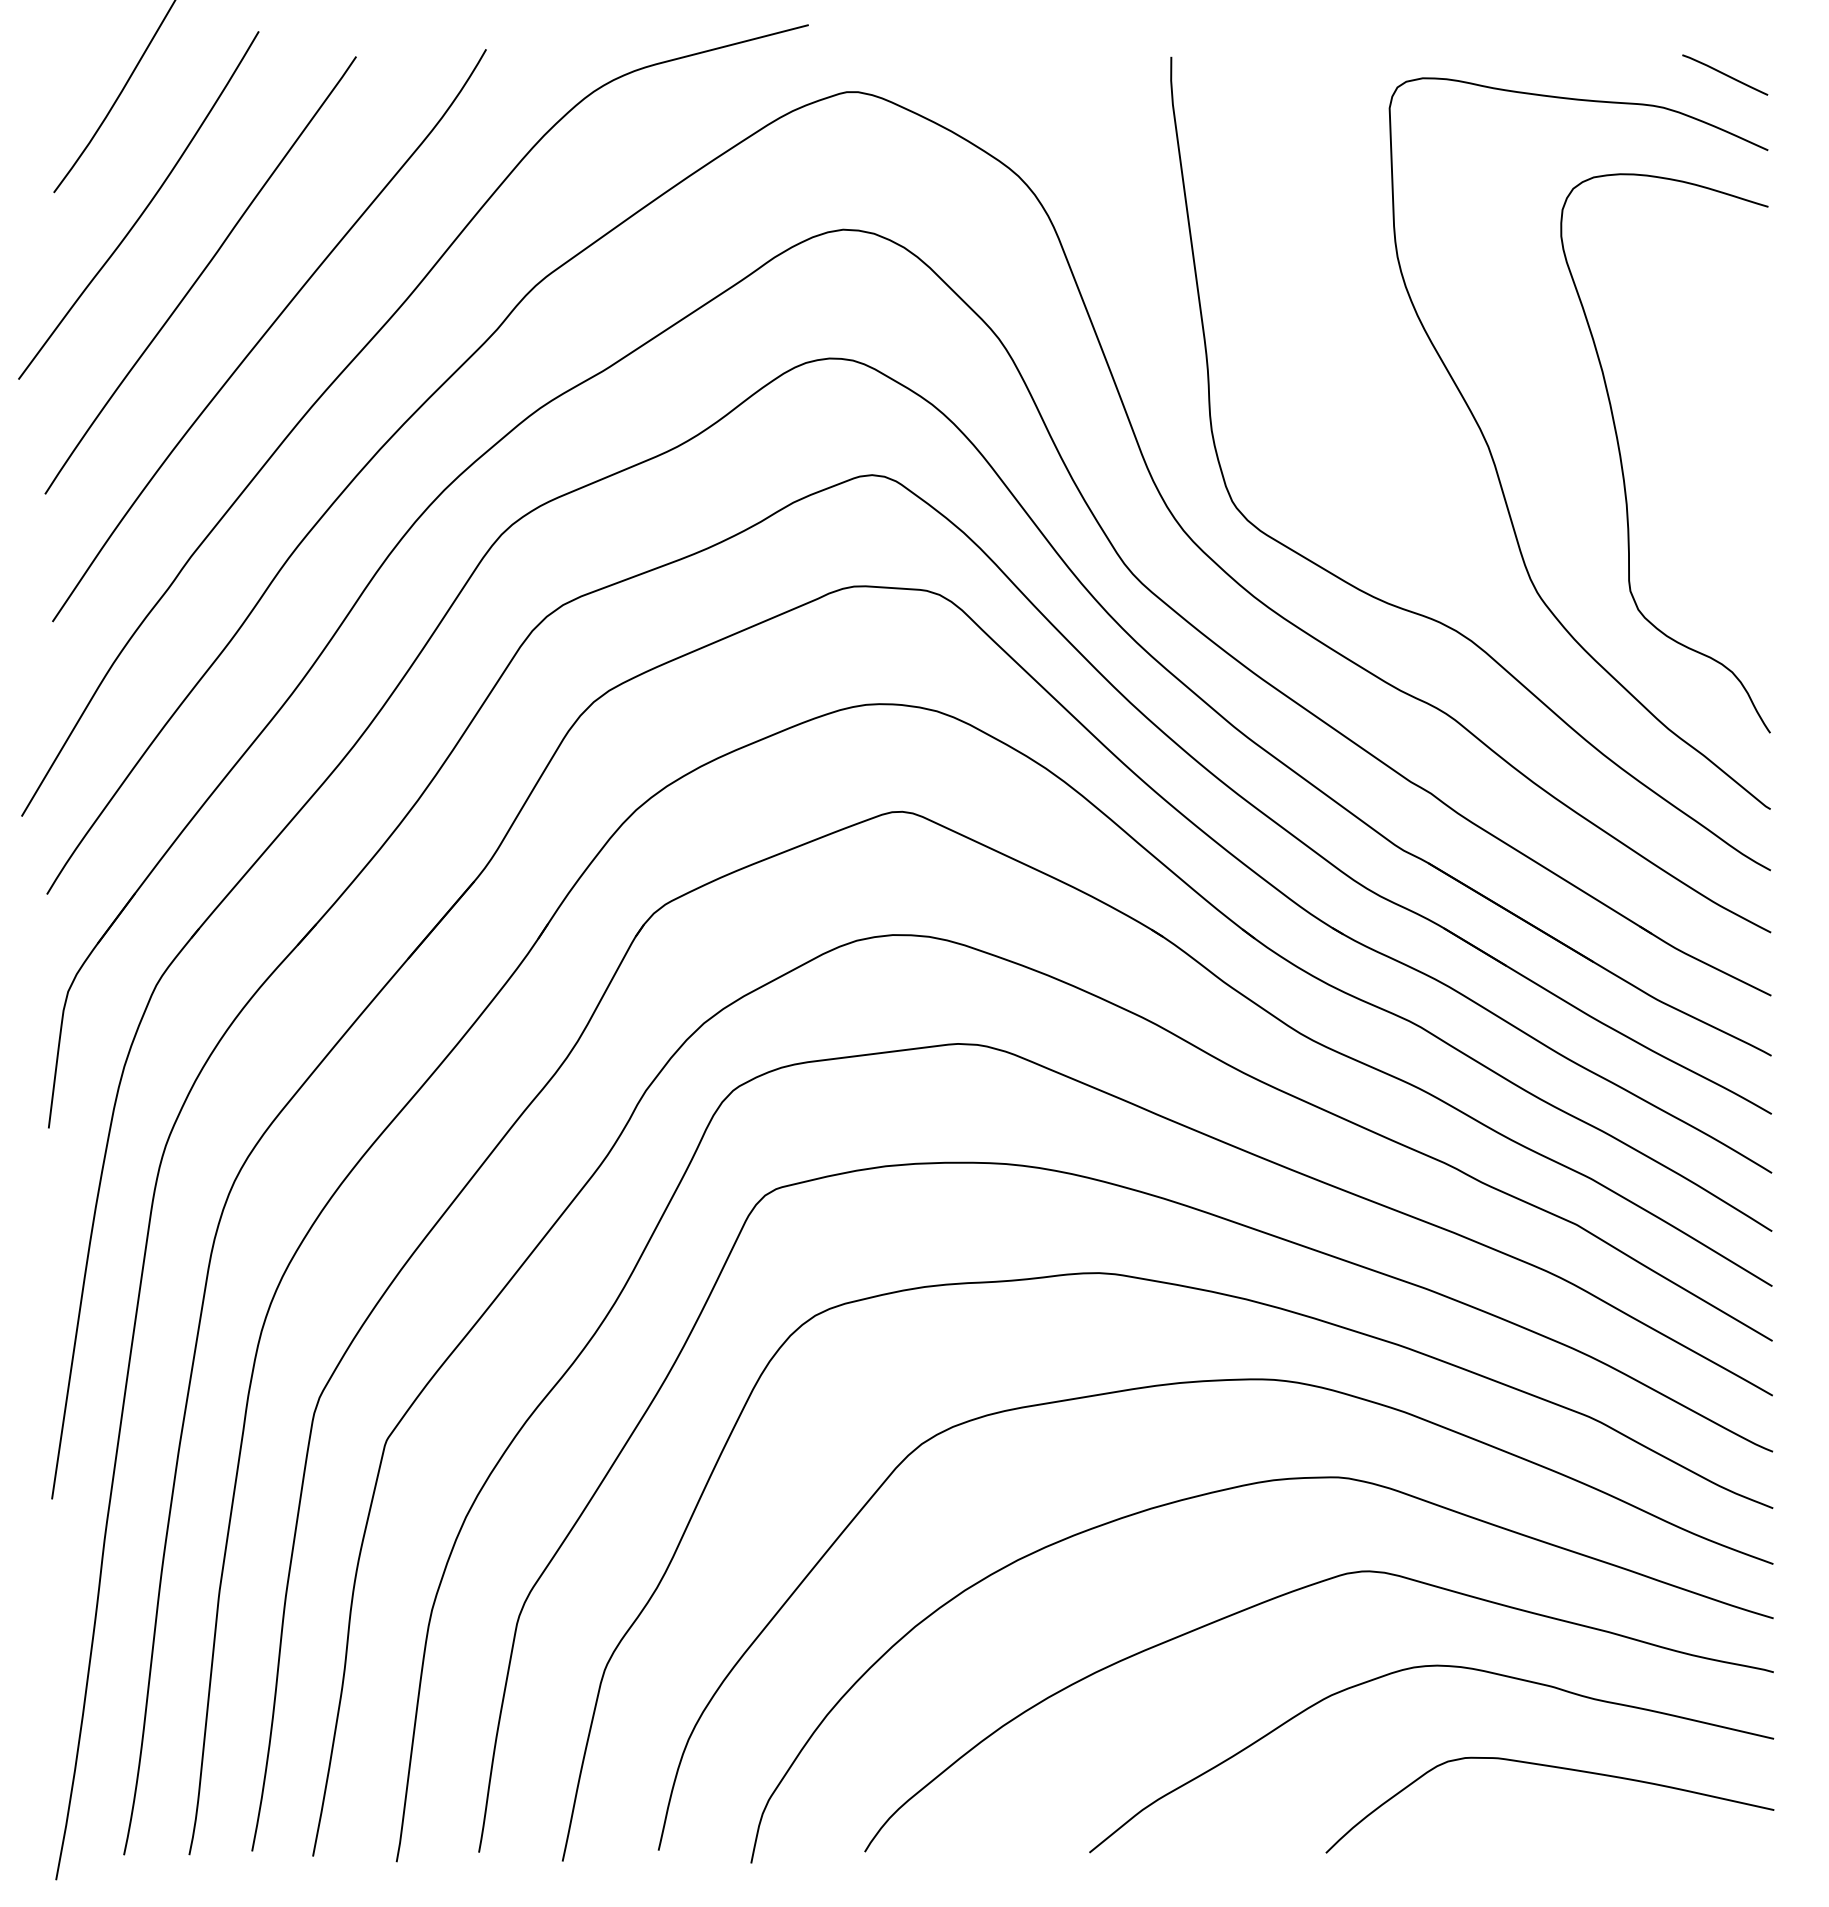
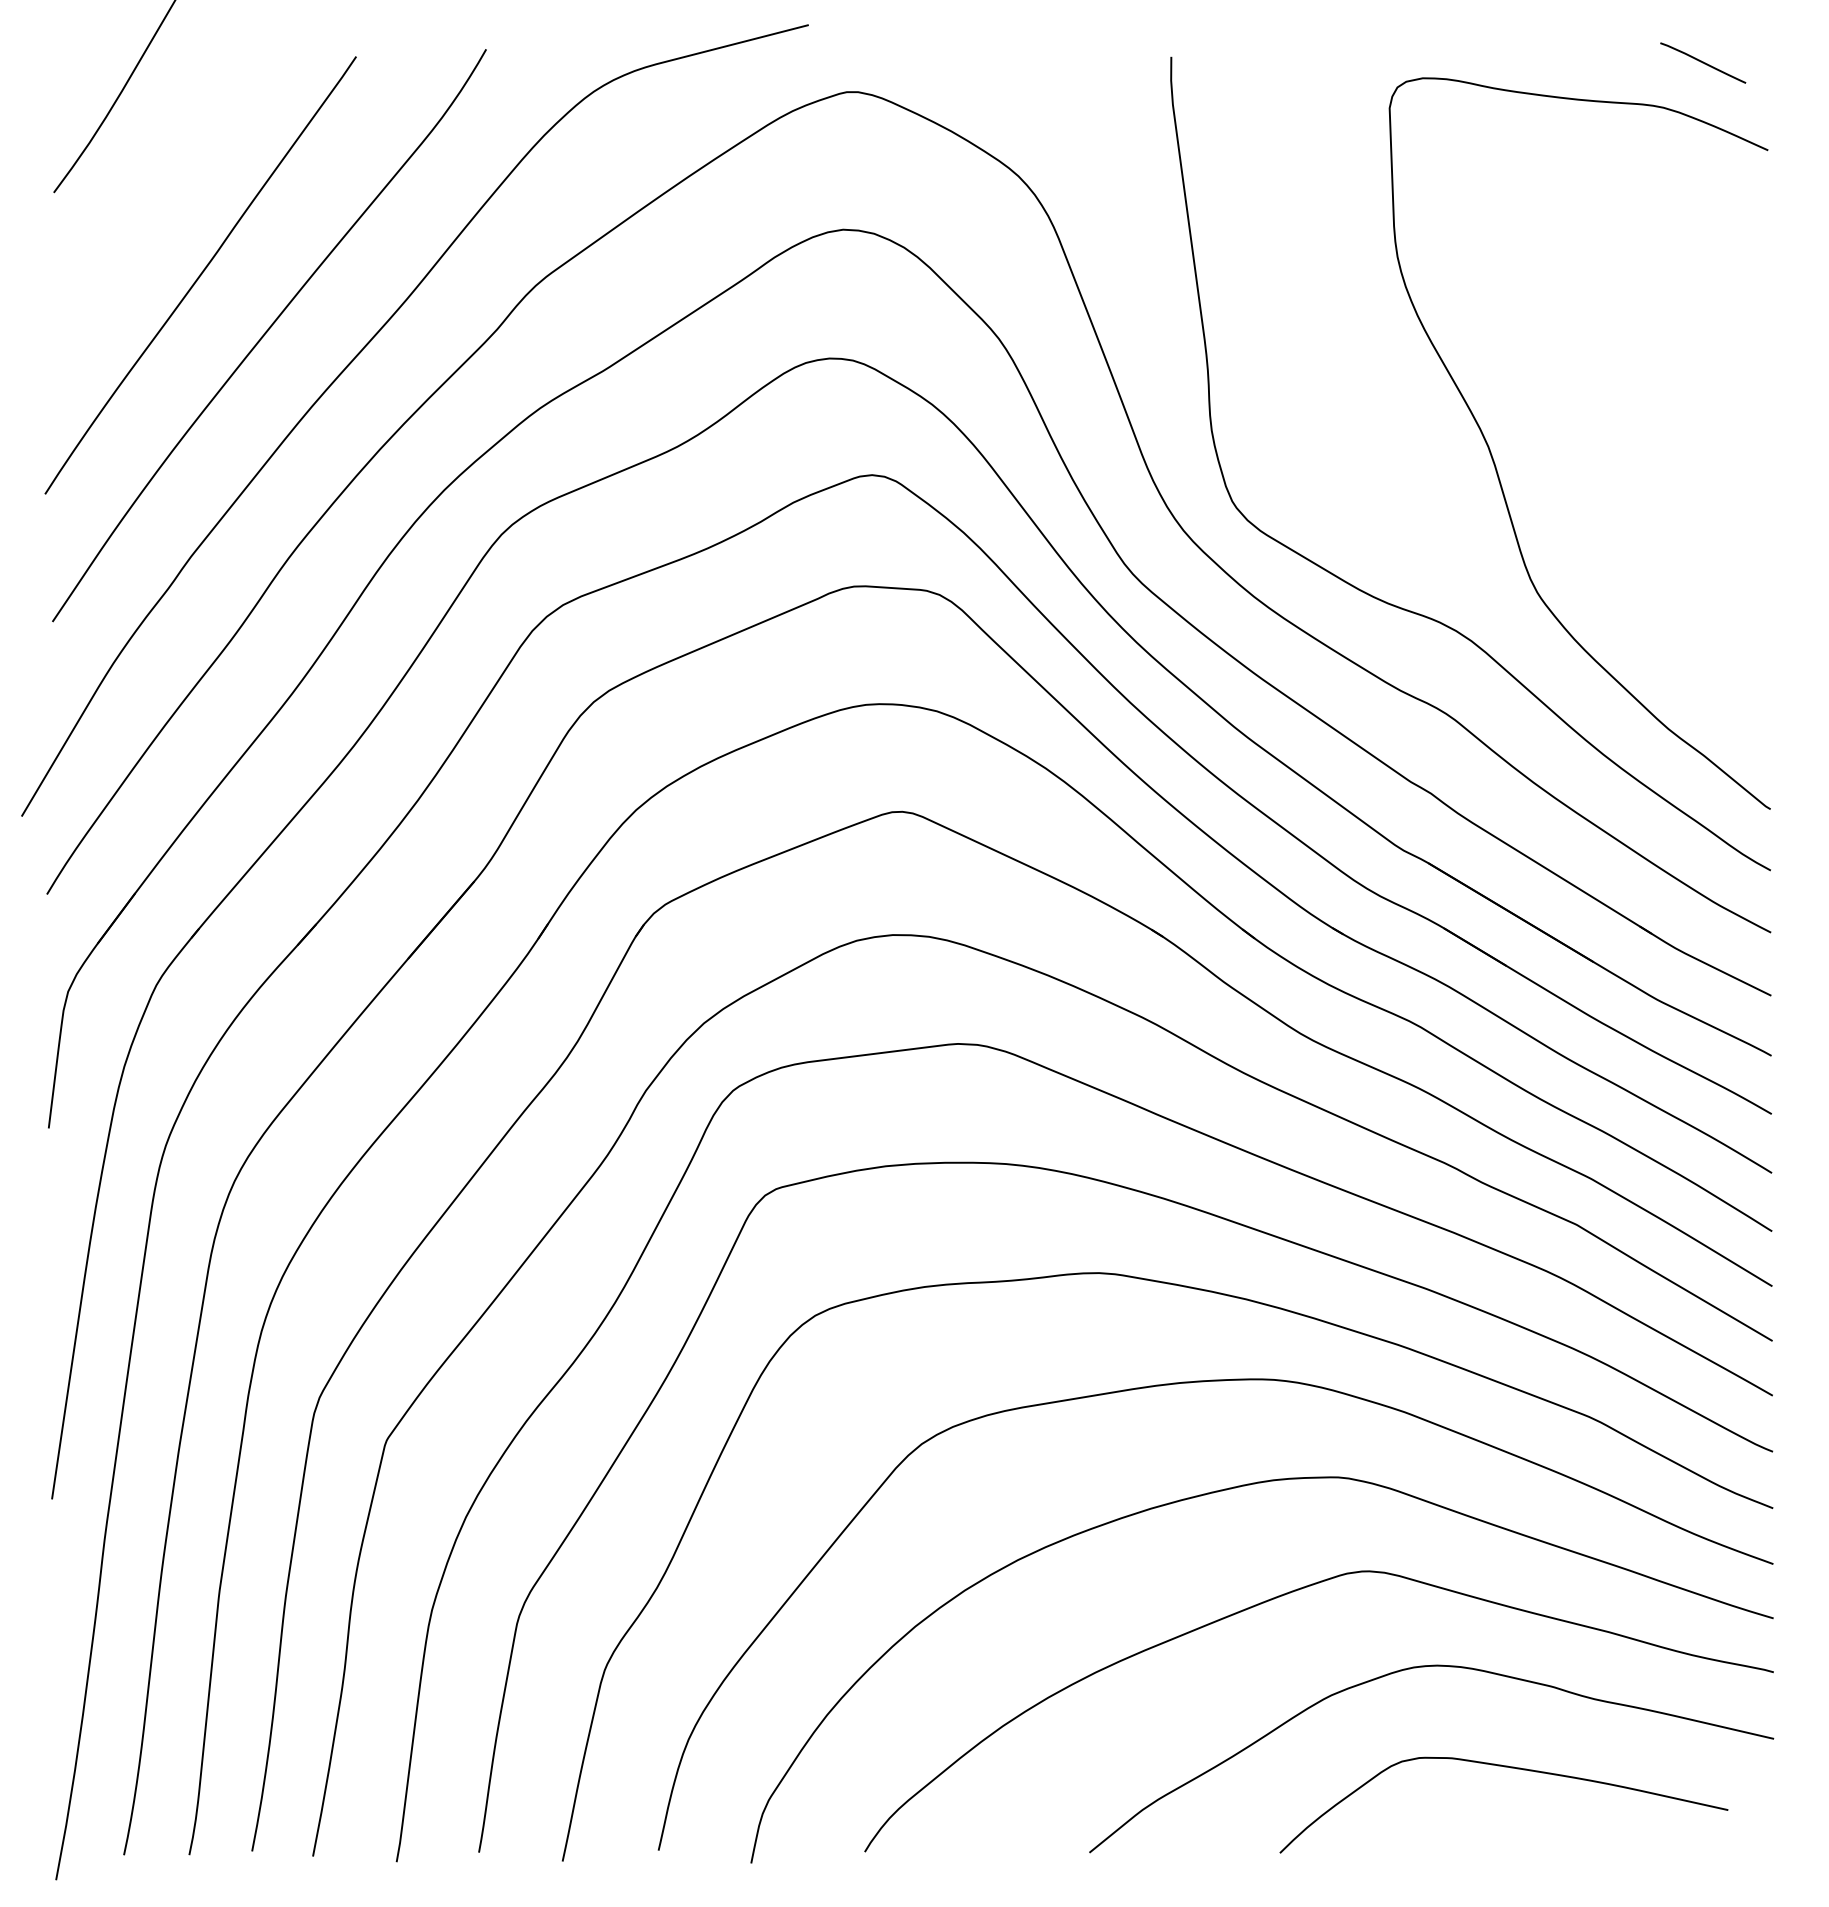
curve at (1725, 74) position: (1725, 74) -> (1703, 62)
curve at (144, 208): present -> none
curve at (1622, 462): present -> none
curve at (1556, 1768) position: (1556, 1768) -> (1510, 1768)
